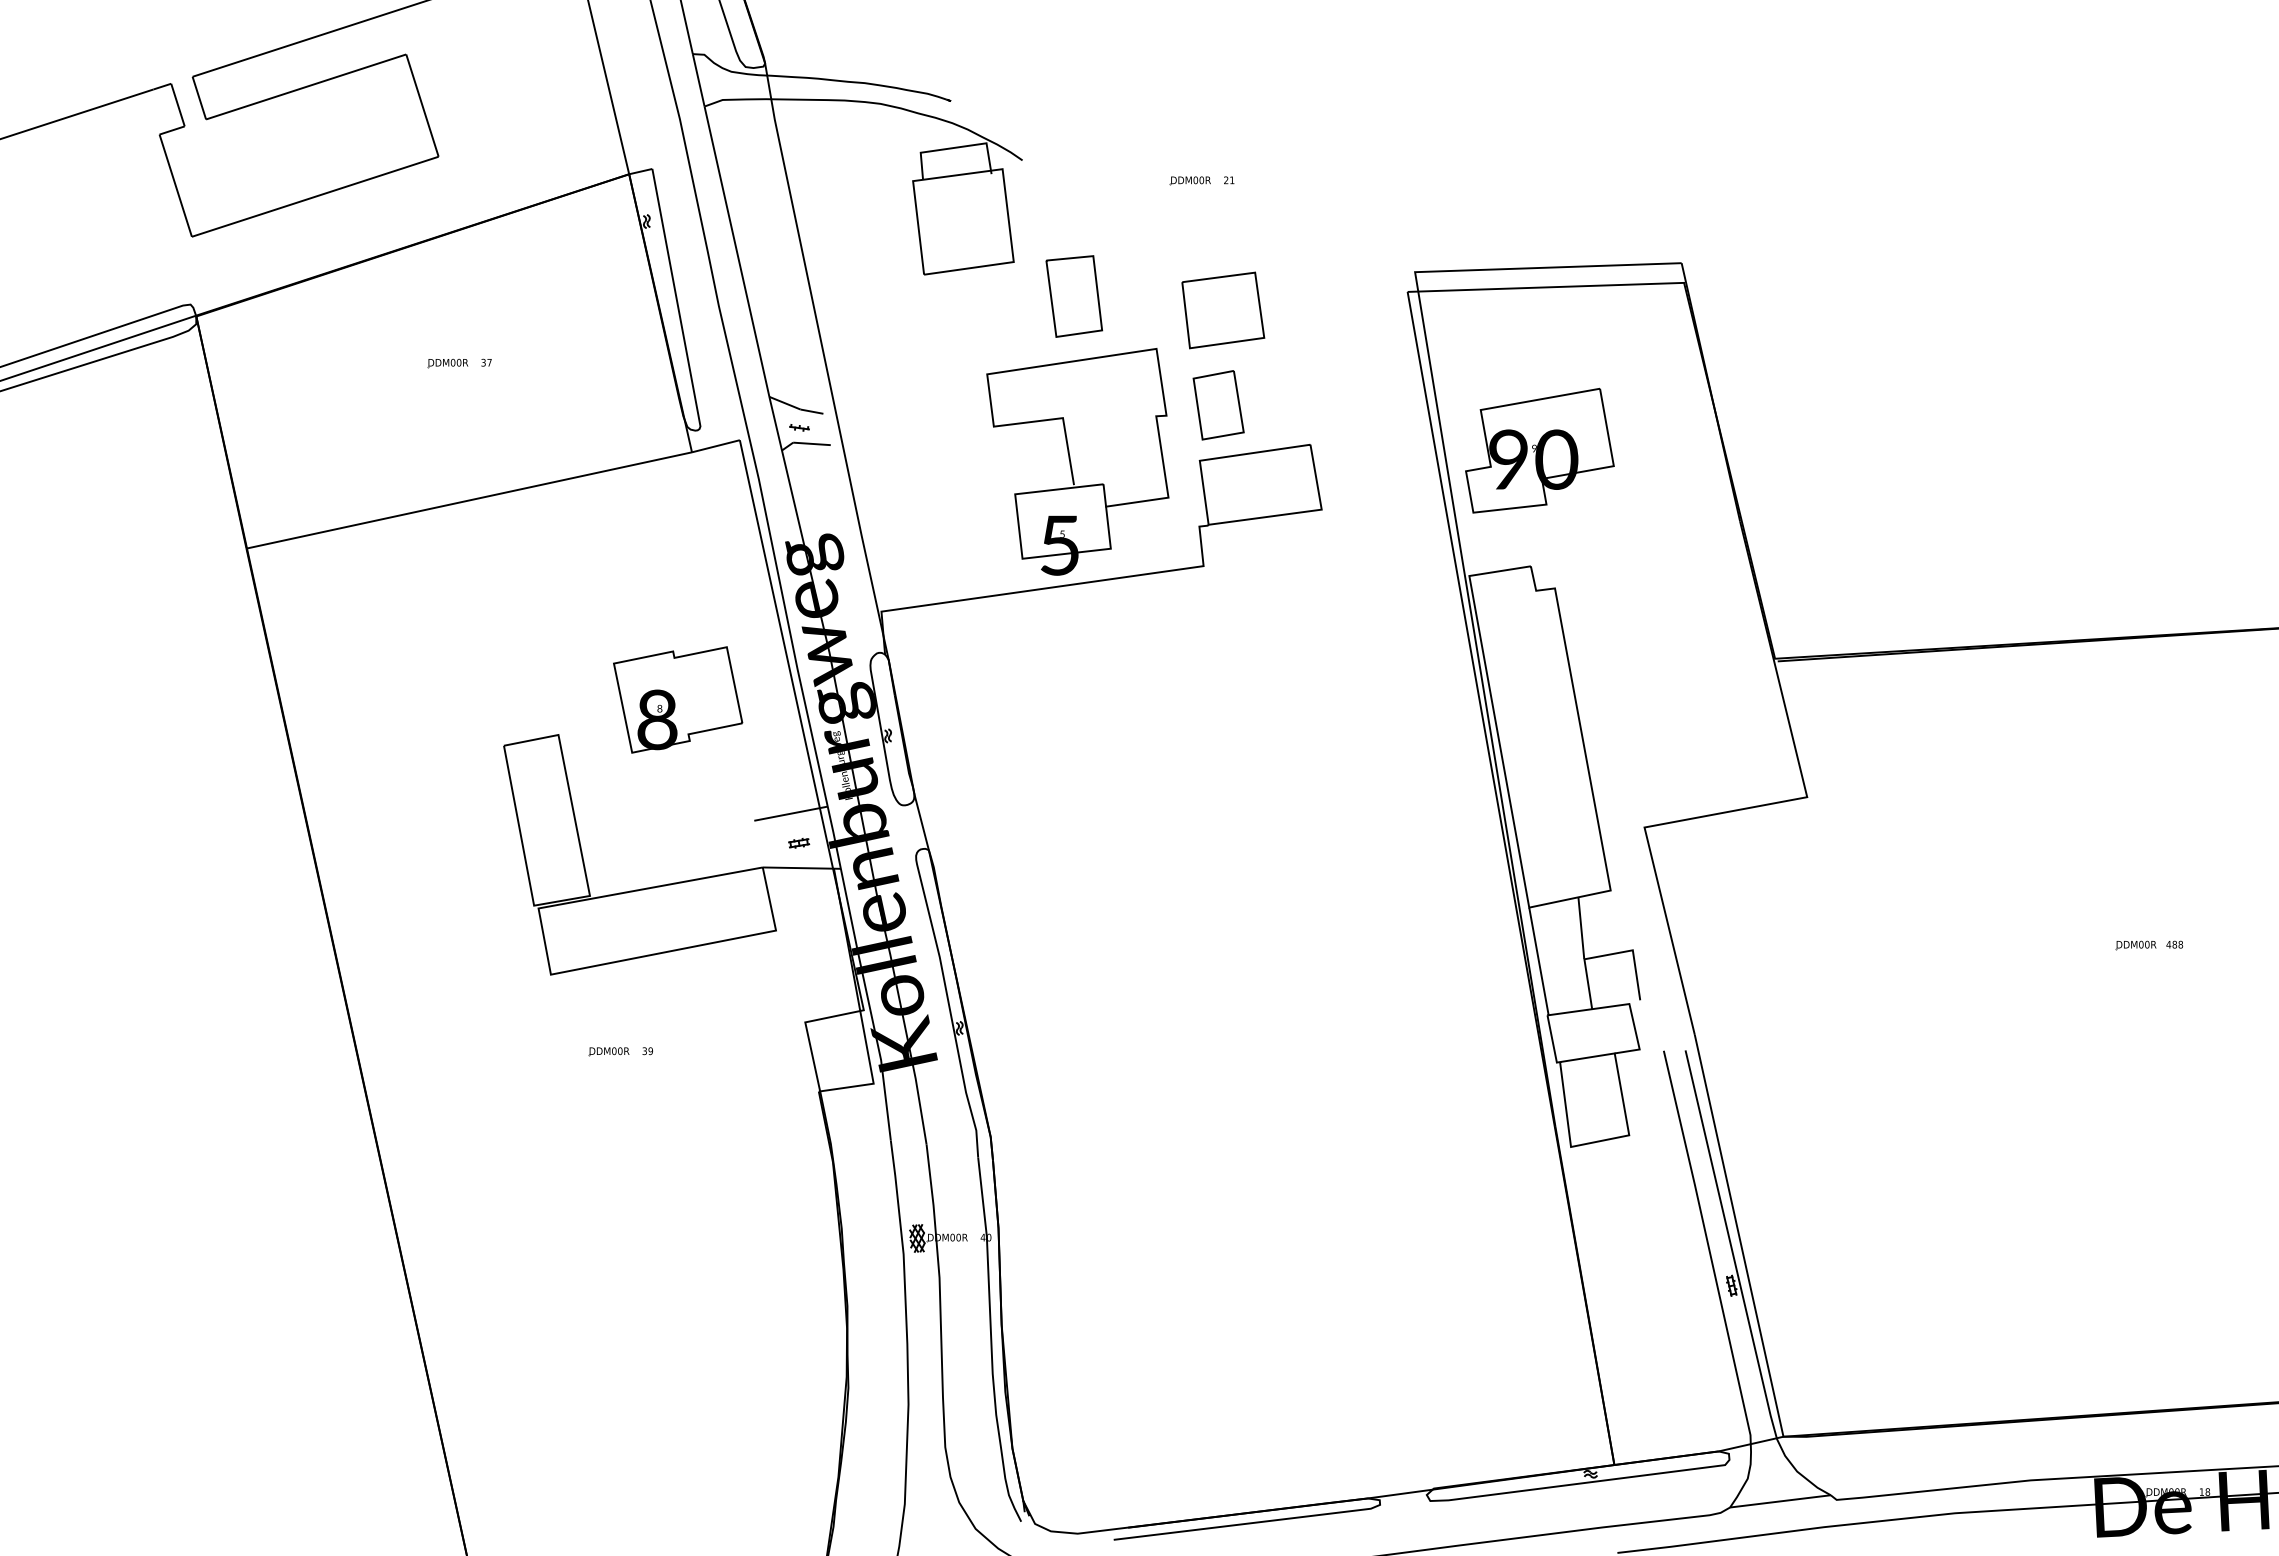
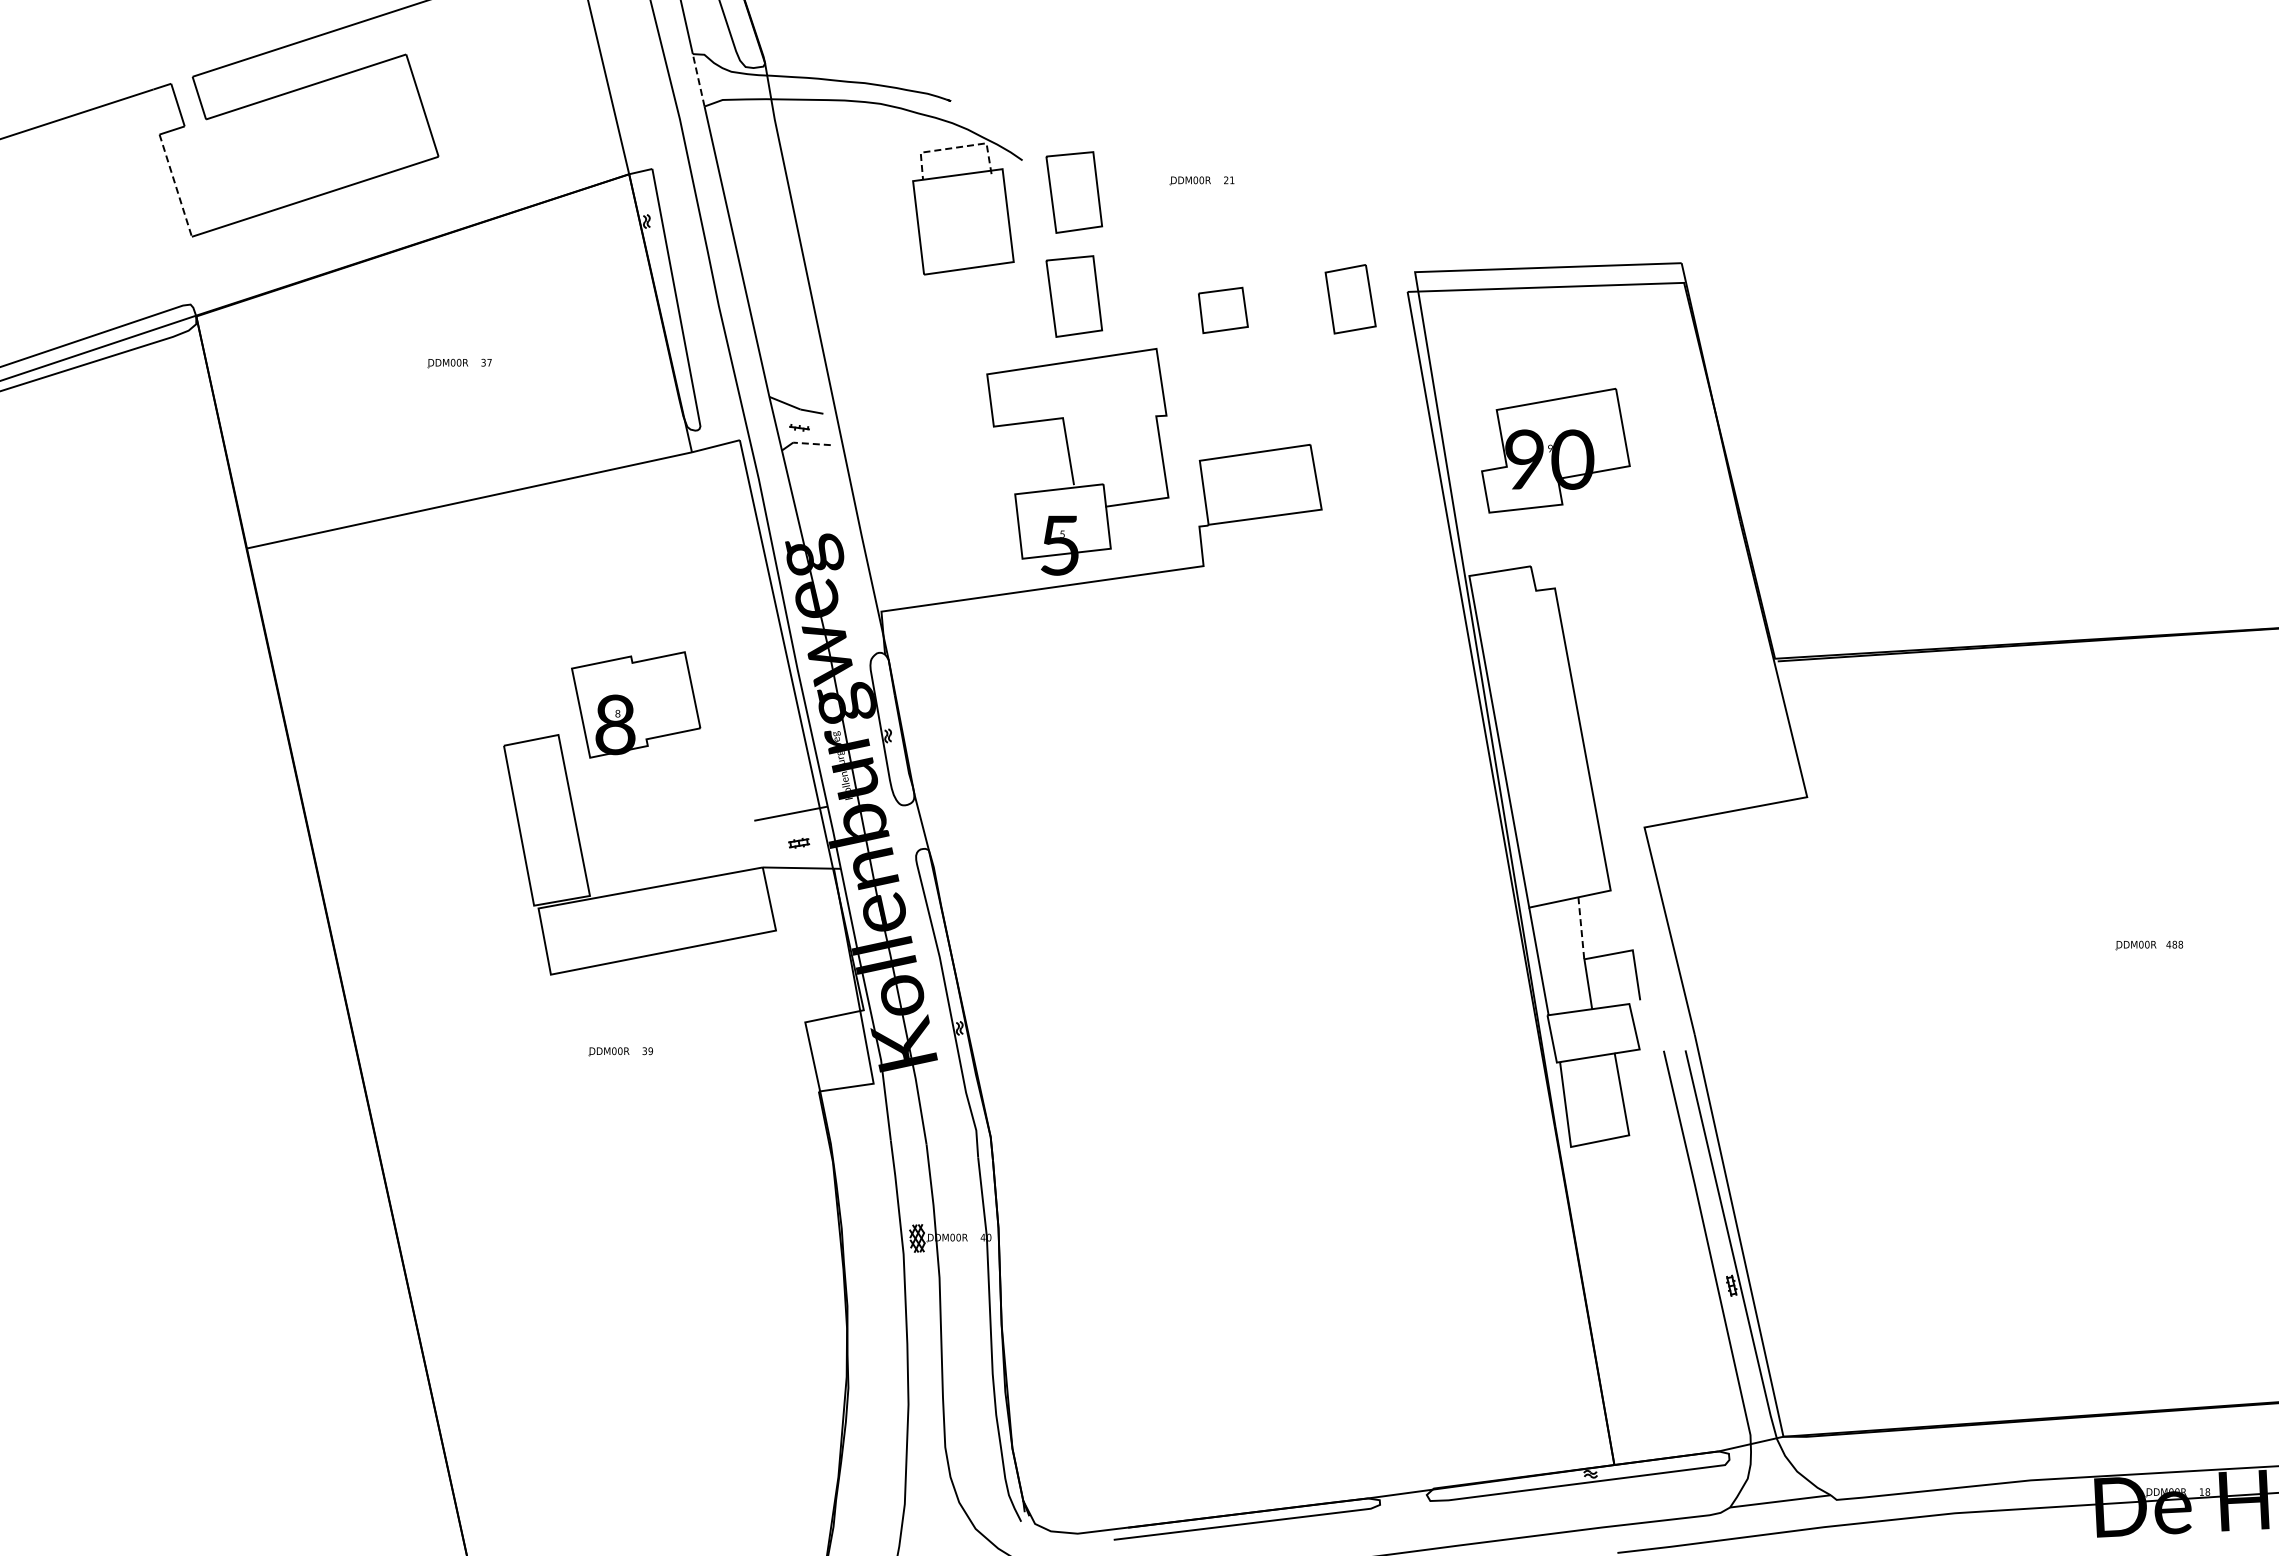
line at (698, 80): solid -> dashed
line at (956, 147): solid -> dashed
line at (175, 185): solid -> dashed
part at (1074, 192): none -> present
part at (1223, 310) size: 85x79 px -> 51x49 px
part at (1218, 405) position: (1218, 405) -> (1350, 299)
line at (811, 443): solid -> dashed
part at (1539, 450) position: (1539, 450) -> (1555, 450)
part at (678, 699) position: (678, 699) -> (636, 704)
line at (1581, 928): solid -> dashed
